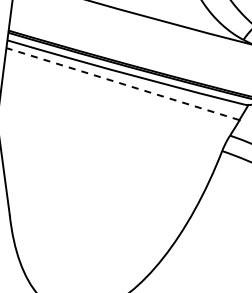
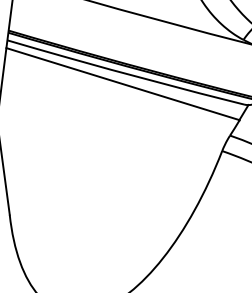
line at (122, 84): dashed -> solid
